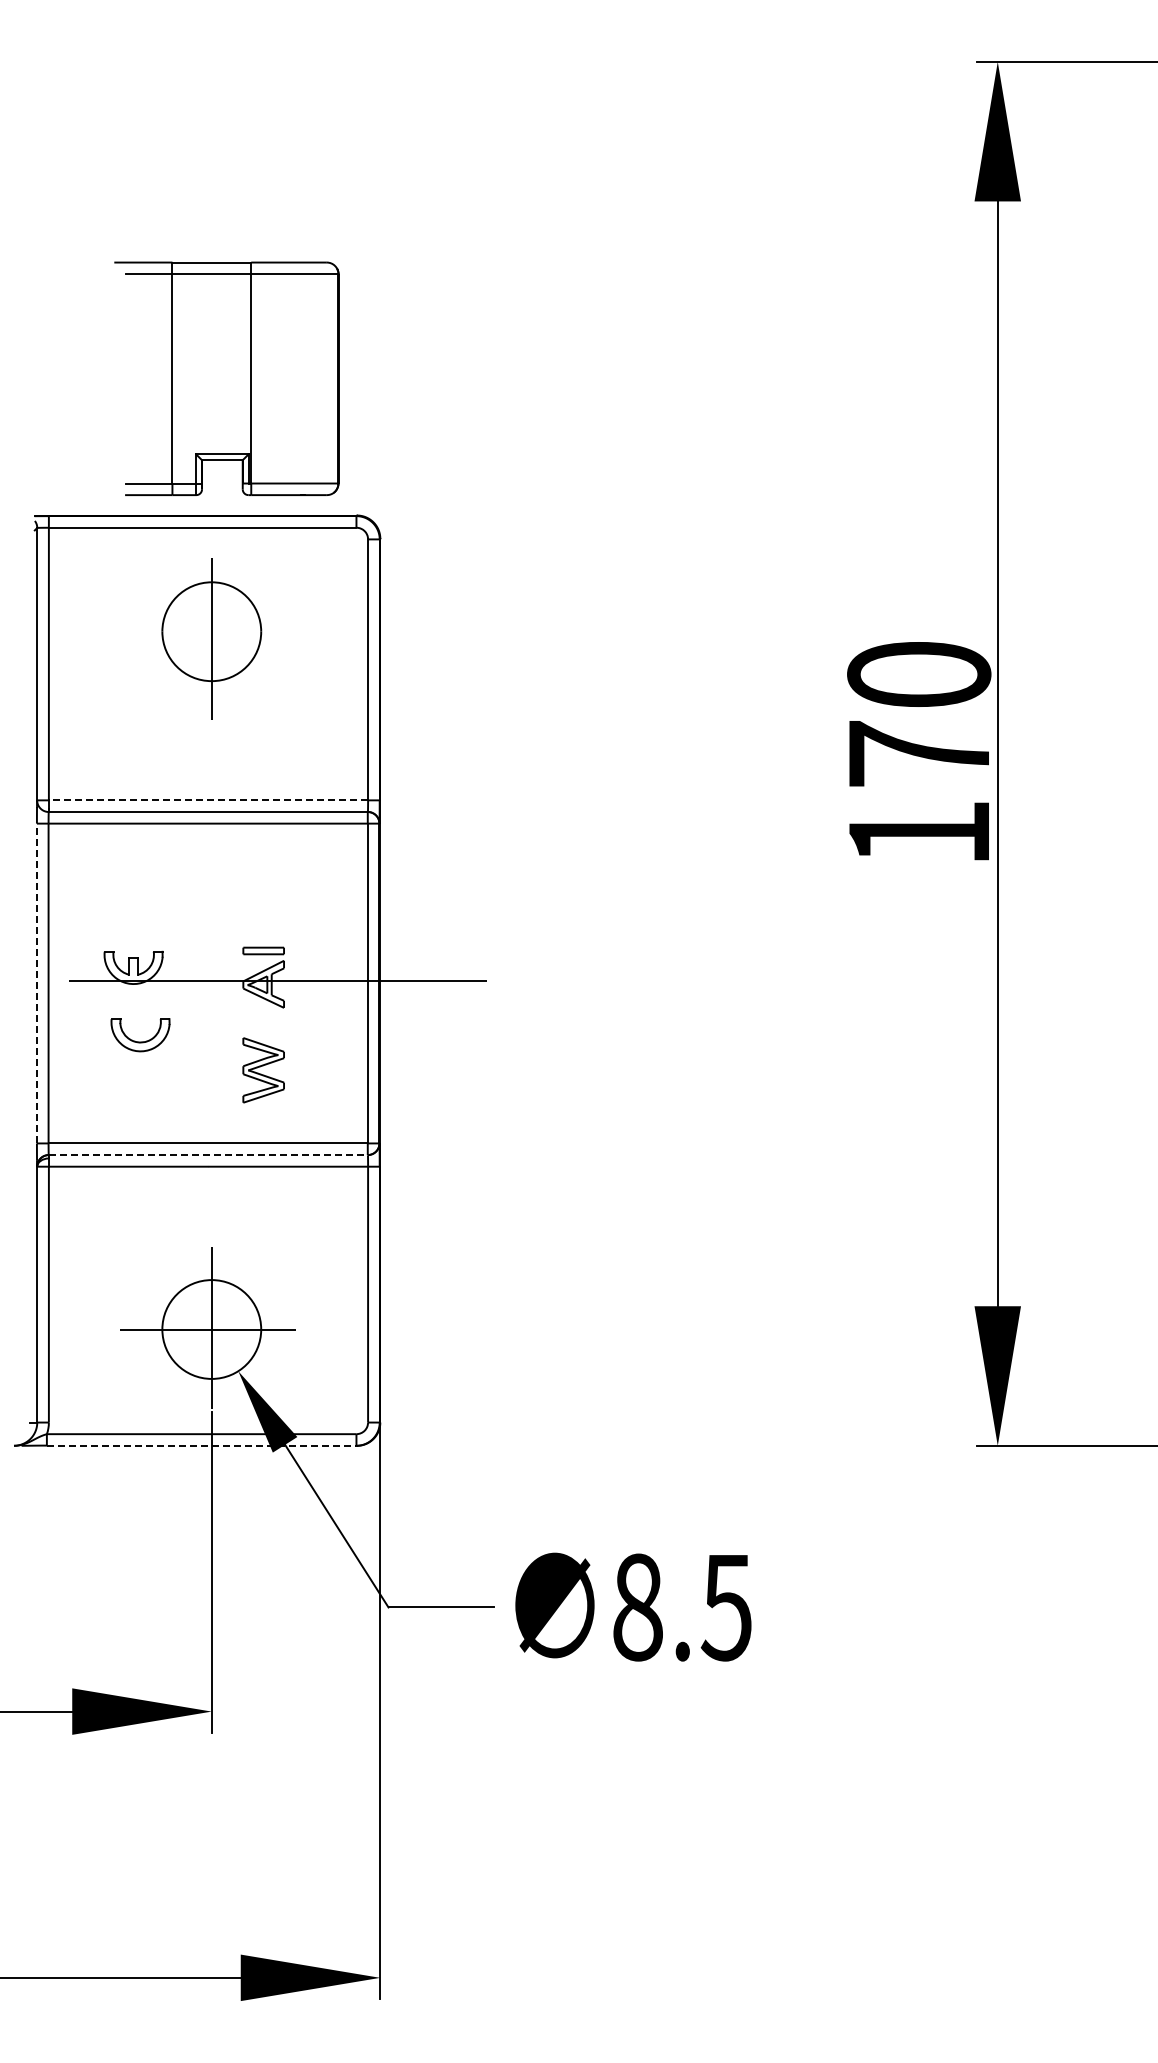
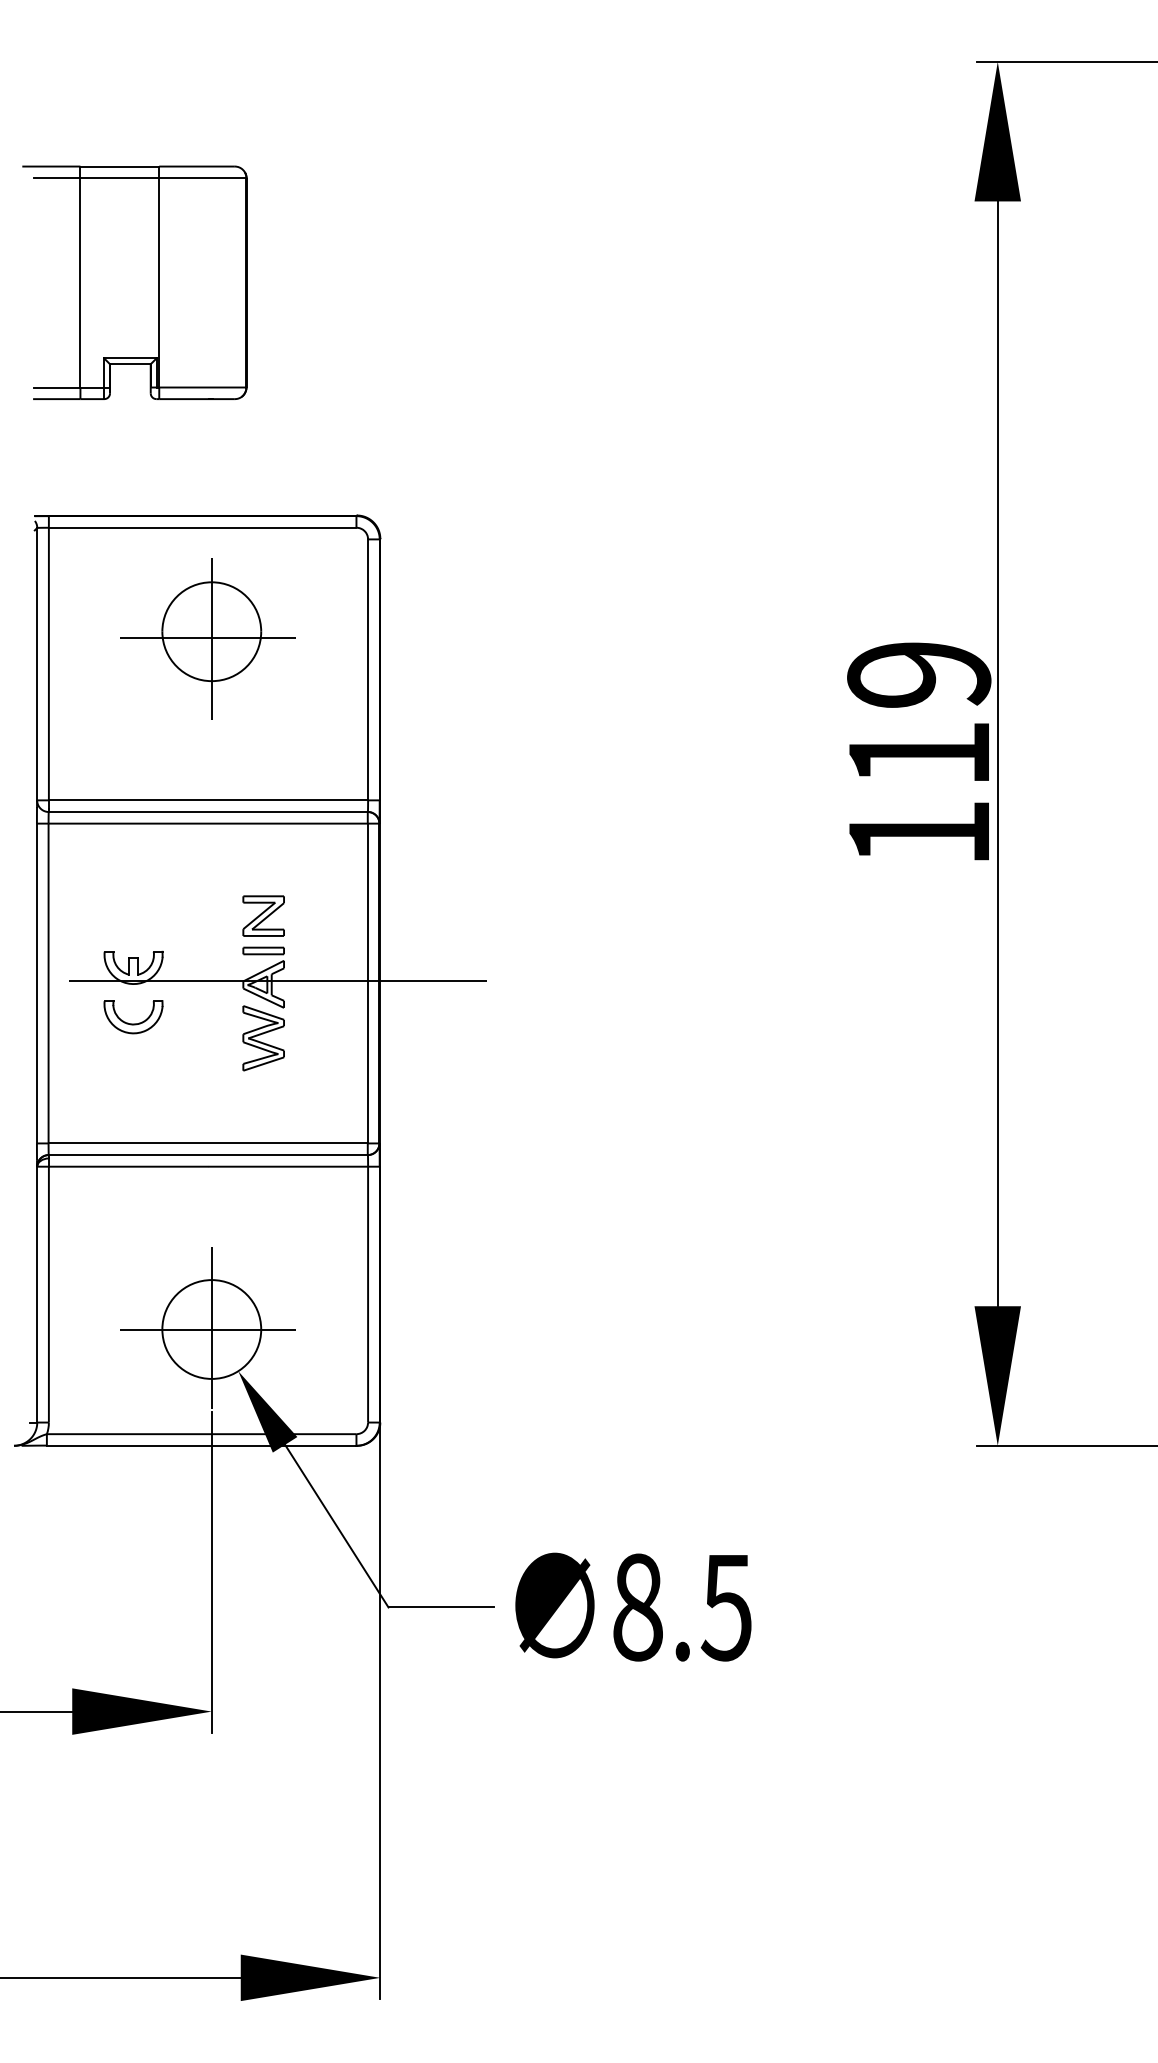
part at (226, 378) position: (226, 378) -> (134, 282)
line at (208, 637): none -> present
text at (919, 714): 170 -> 119
line at (208, 800): dashed -> solid
part at (263, 915): none -> present
line at (36, 983): dashed -> solid
part at (140, 1035) position: (140, 1035) -> (133, 1017)
part at (263, 1070) position: (263, 1070) -> (263, 1038)
line at (208, 1155): dashed -> solid
line at (201, 1445): dashed -> solid
